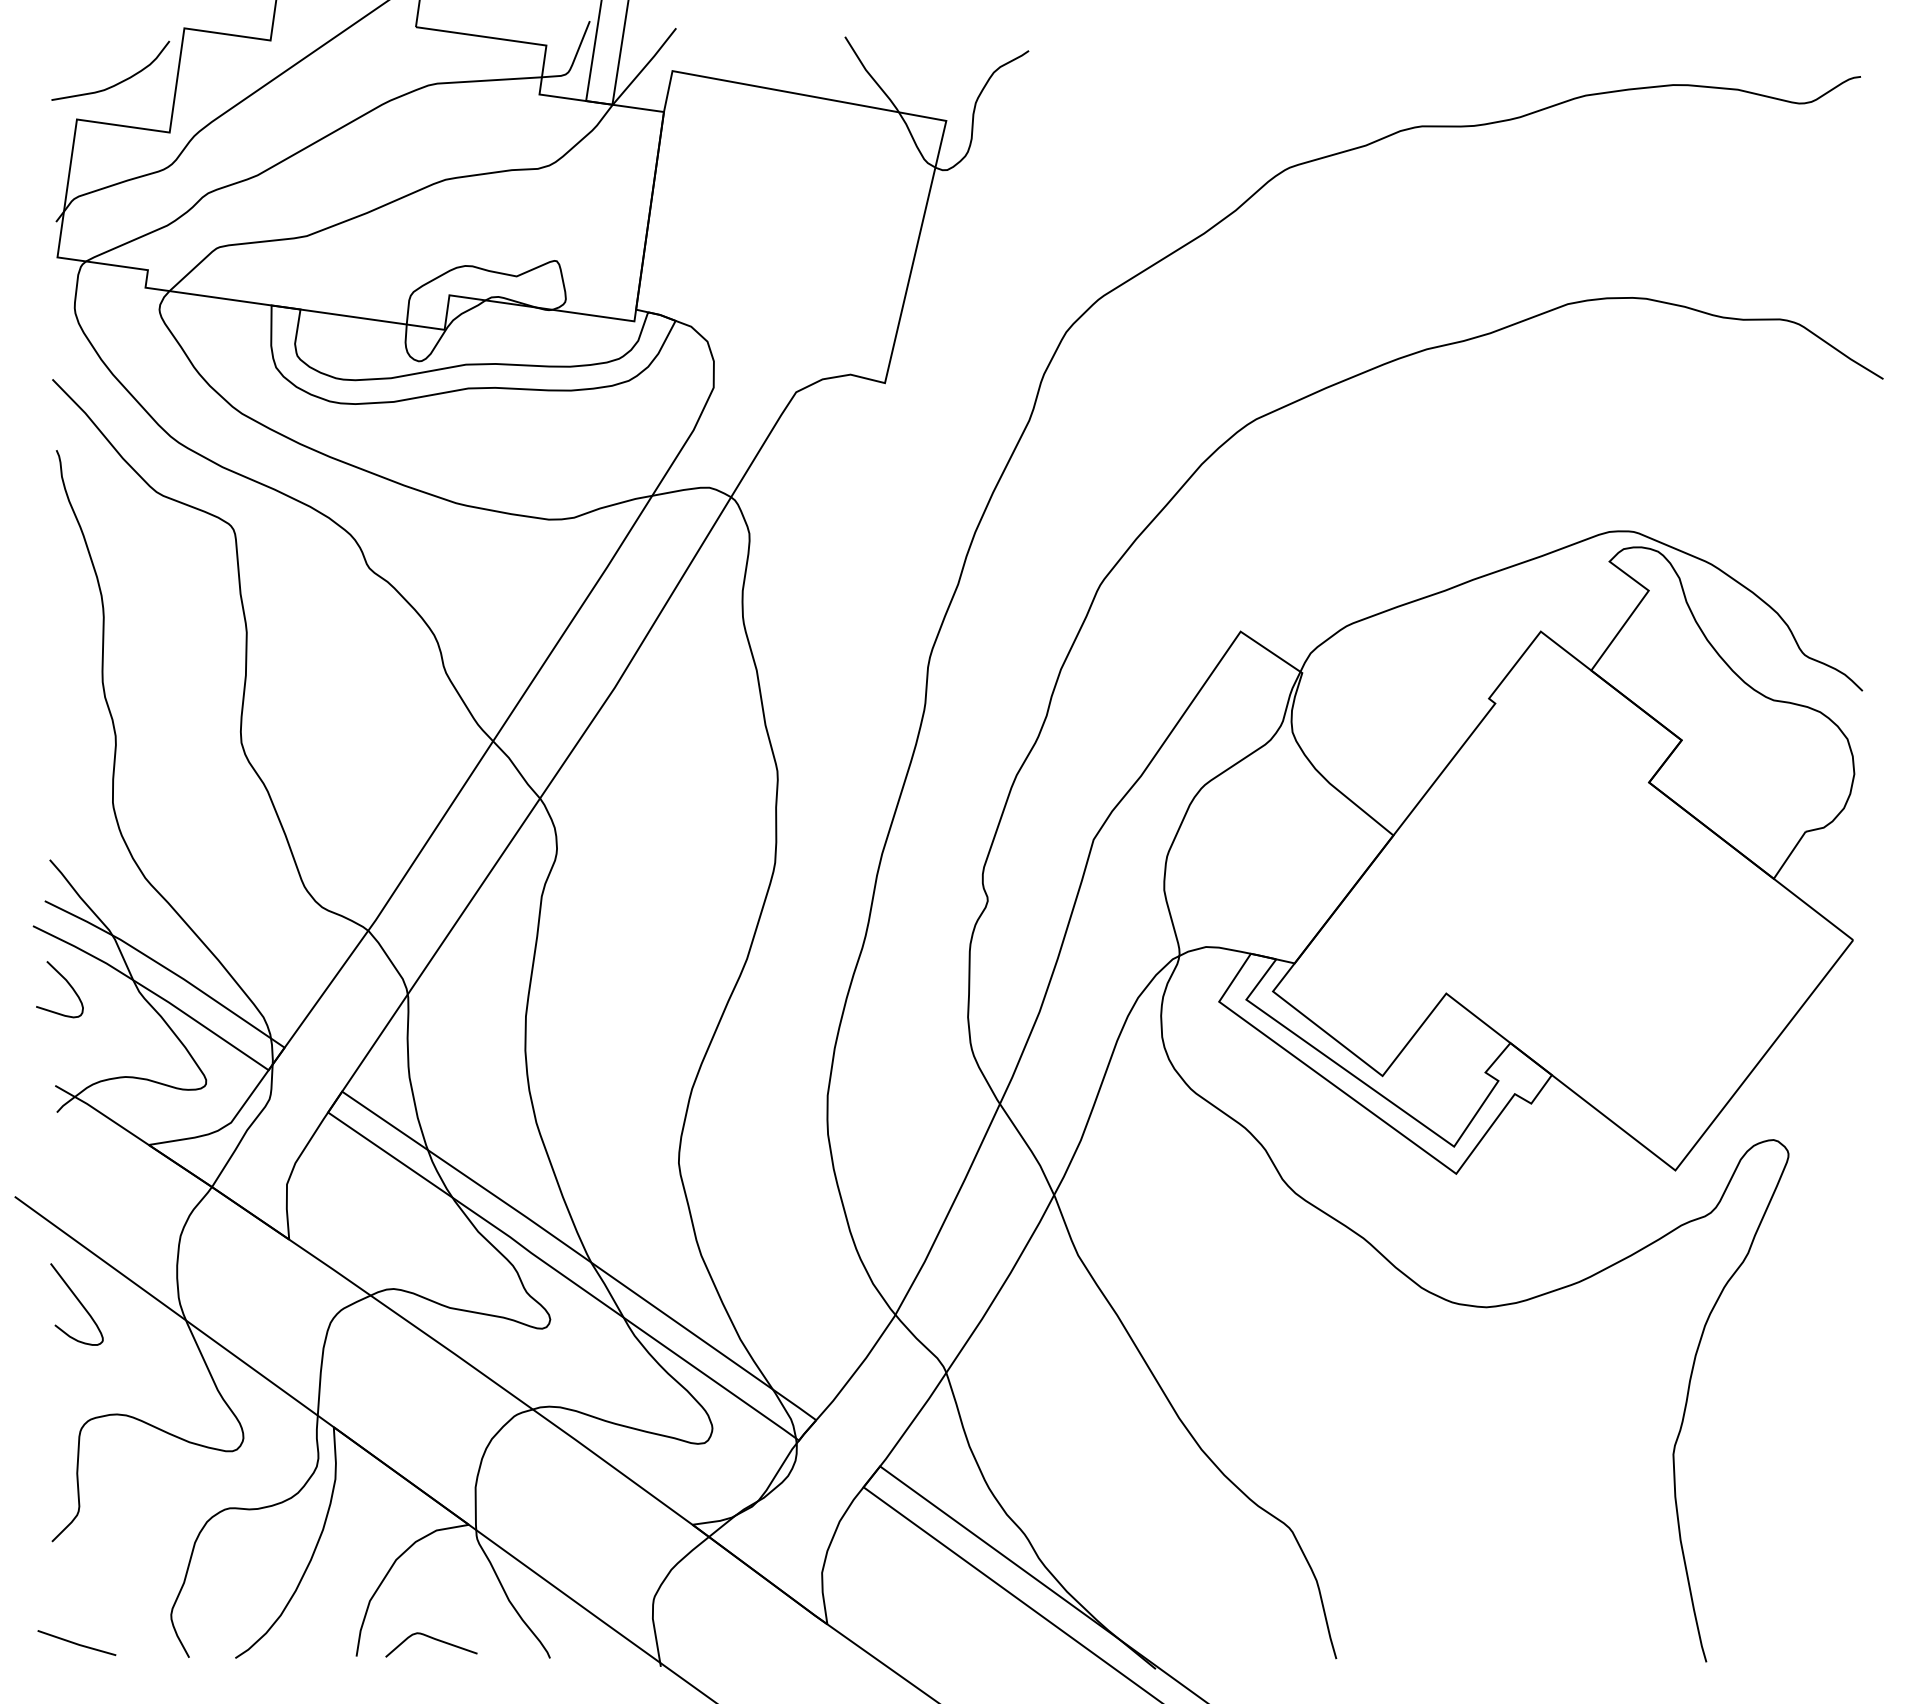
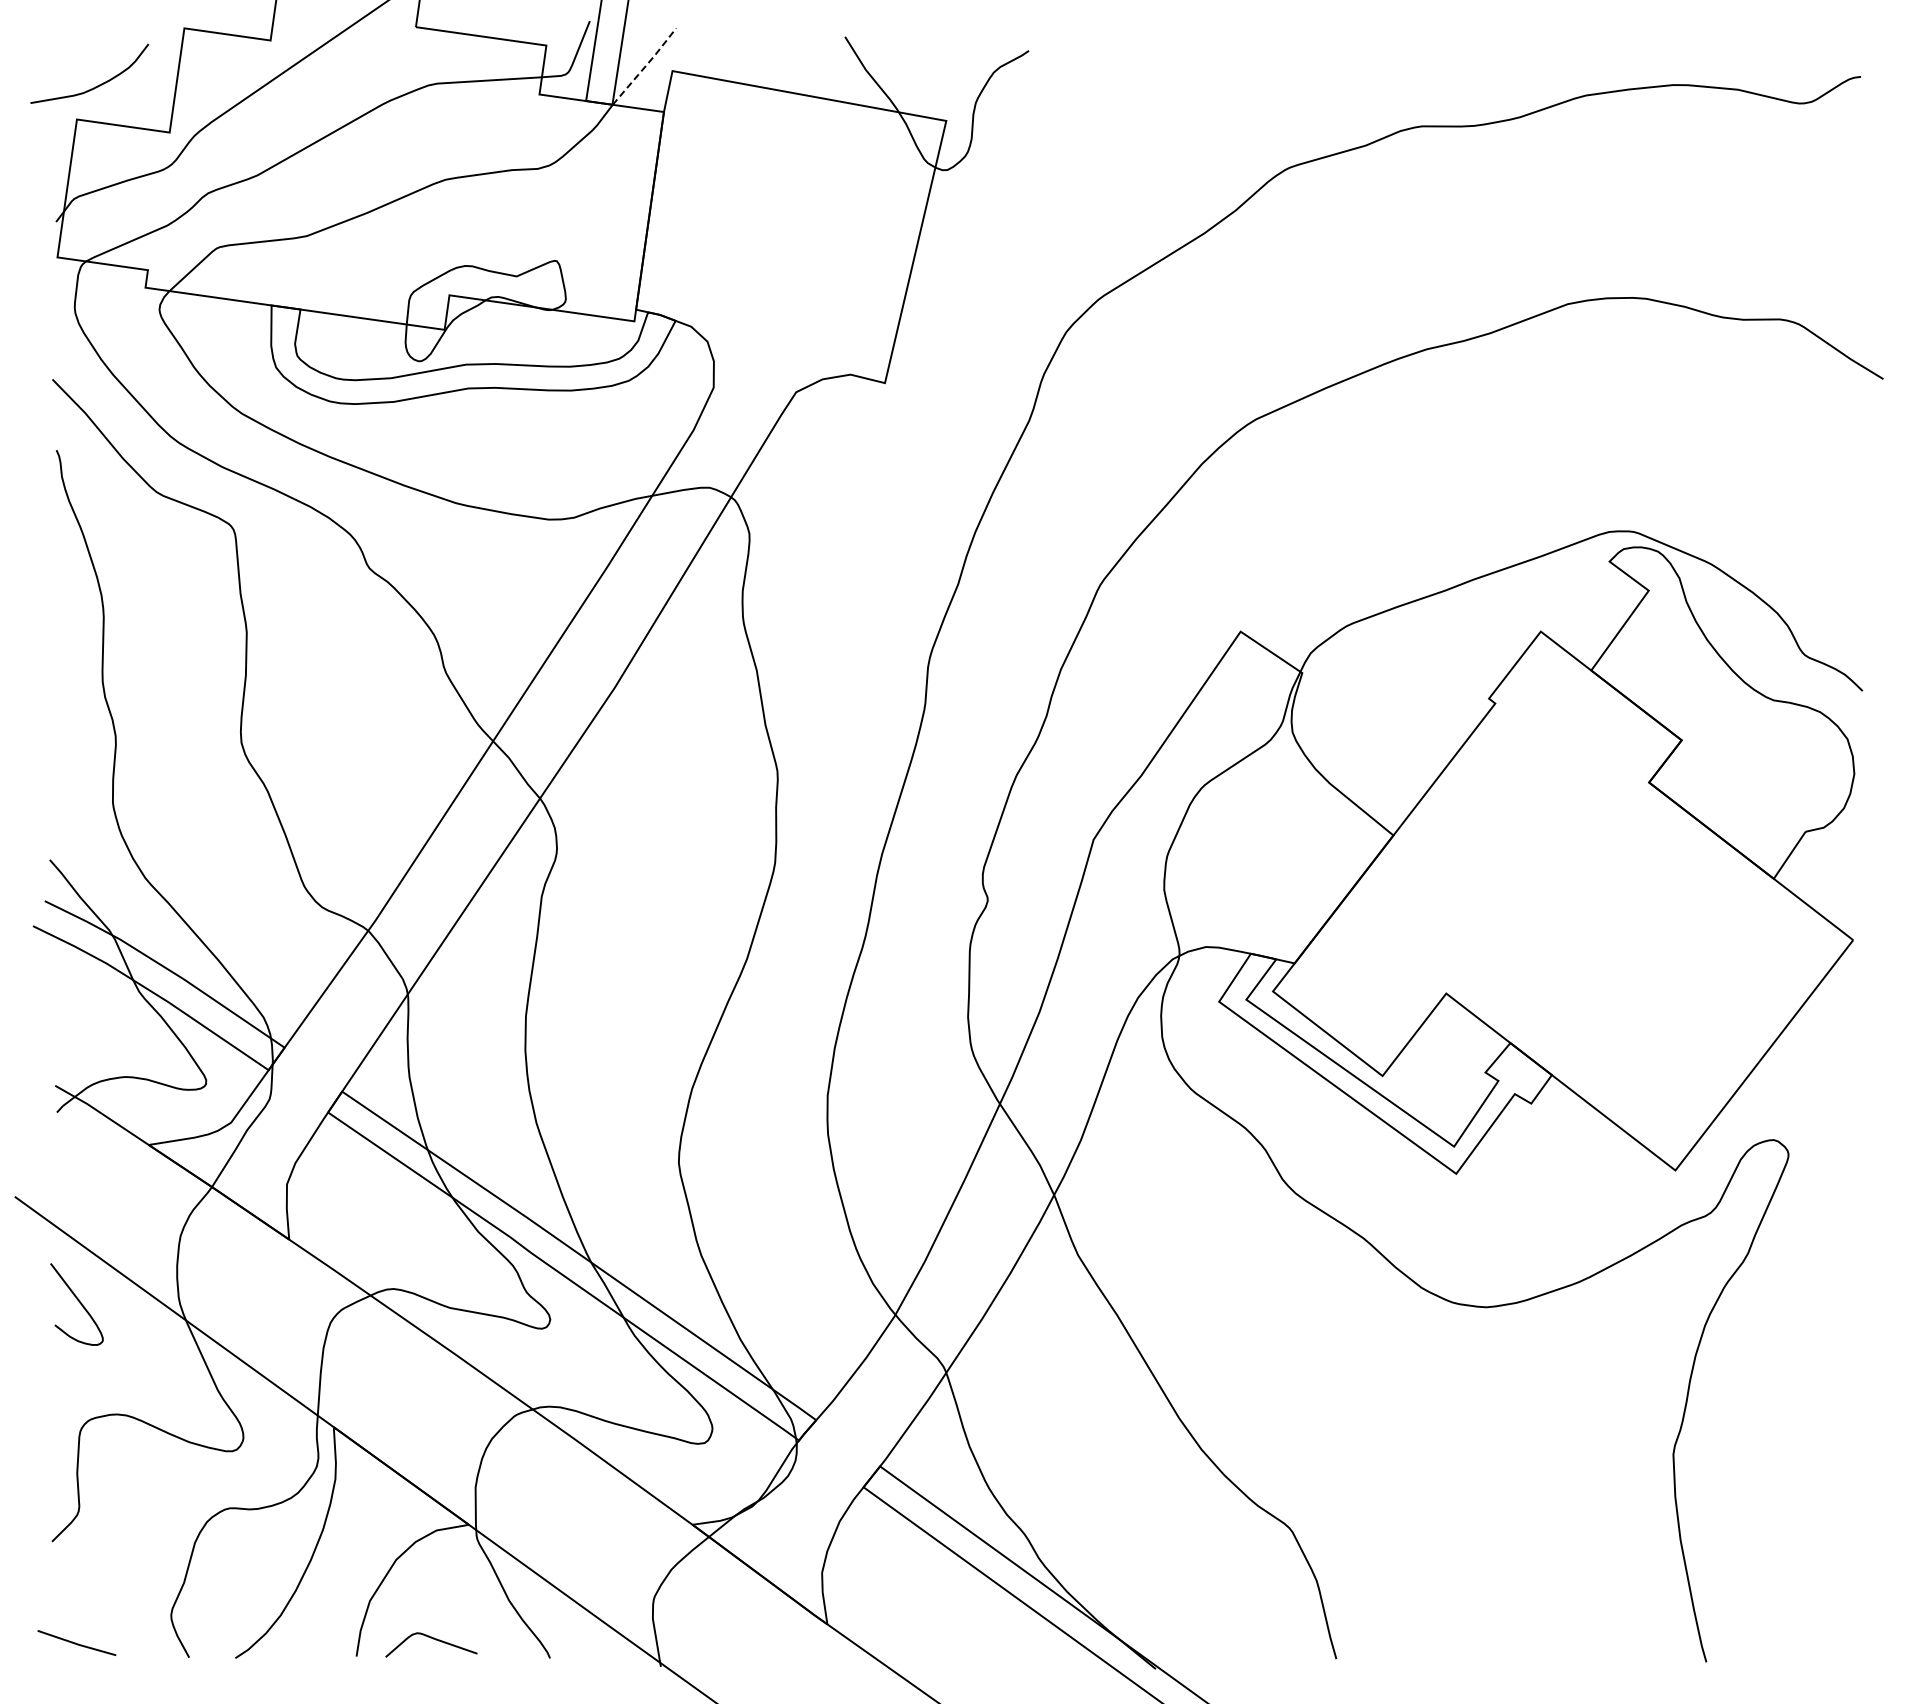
line at (645, 66): solid -> dashed
curve at (116, 83) position: (116, 83) -> (95, 86)
curve at (66, 982): present -> none
